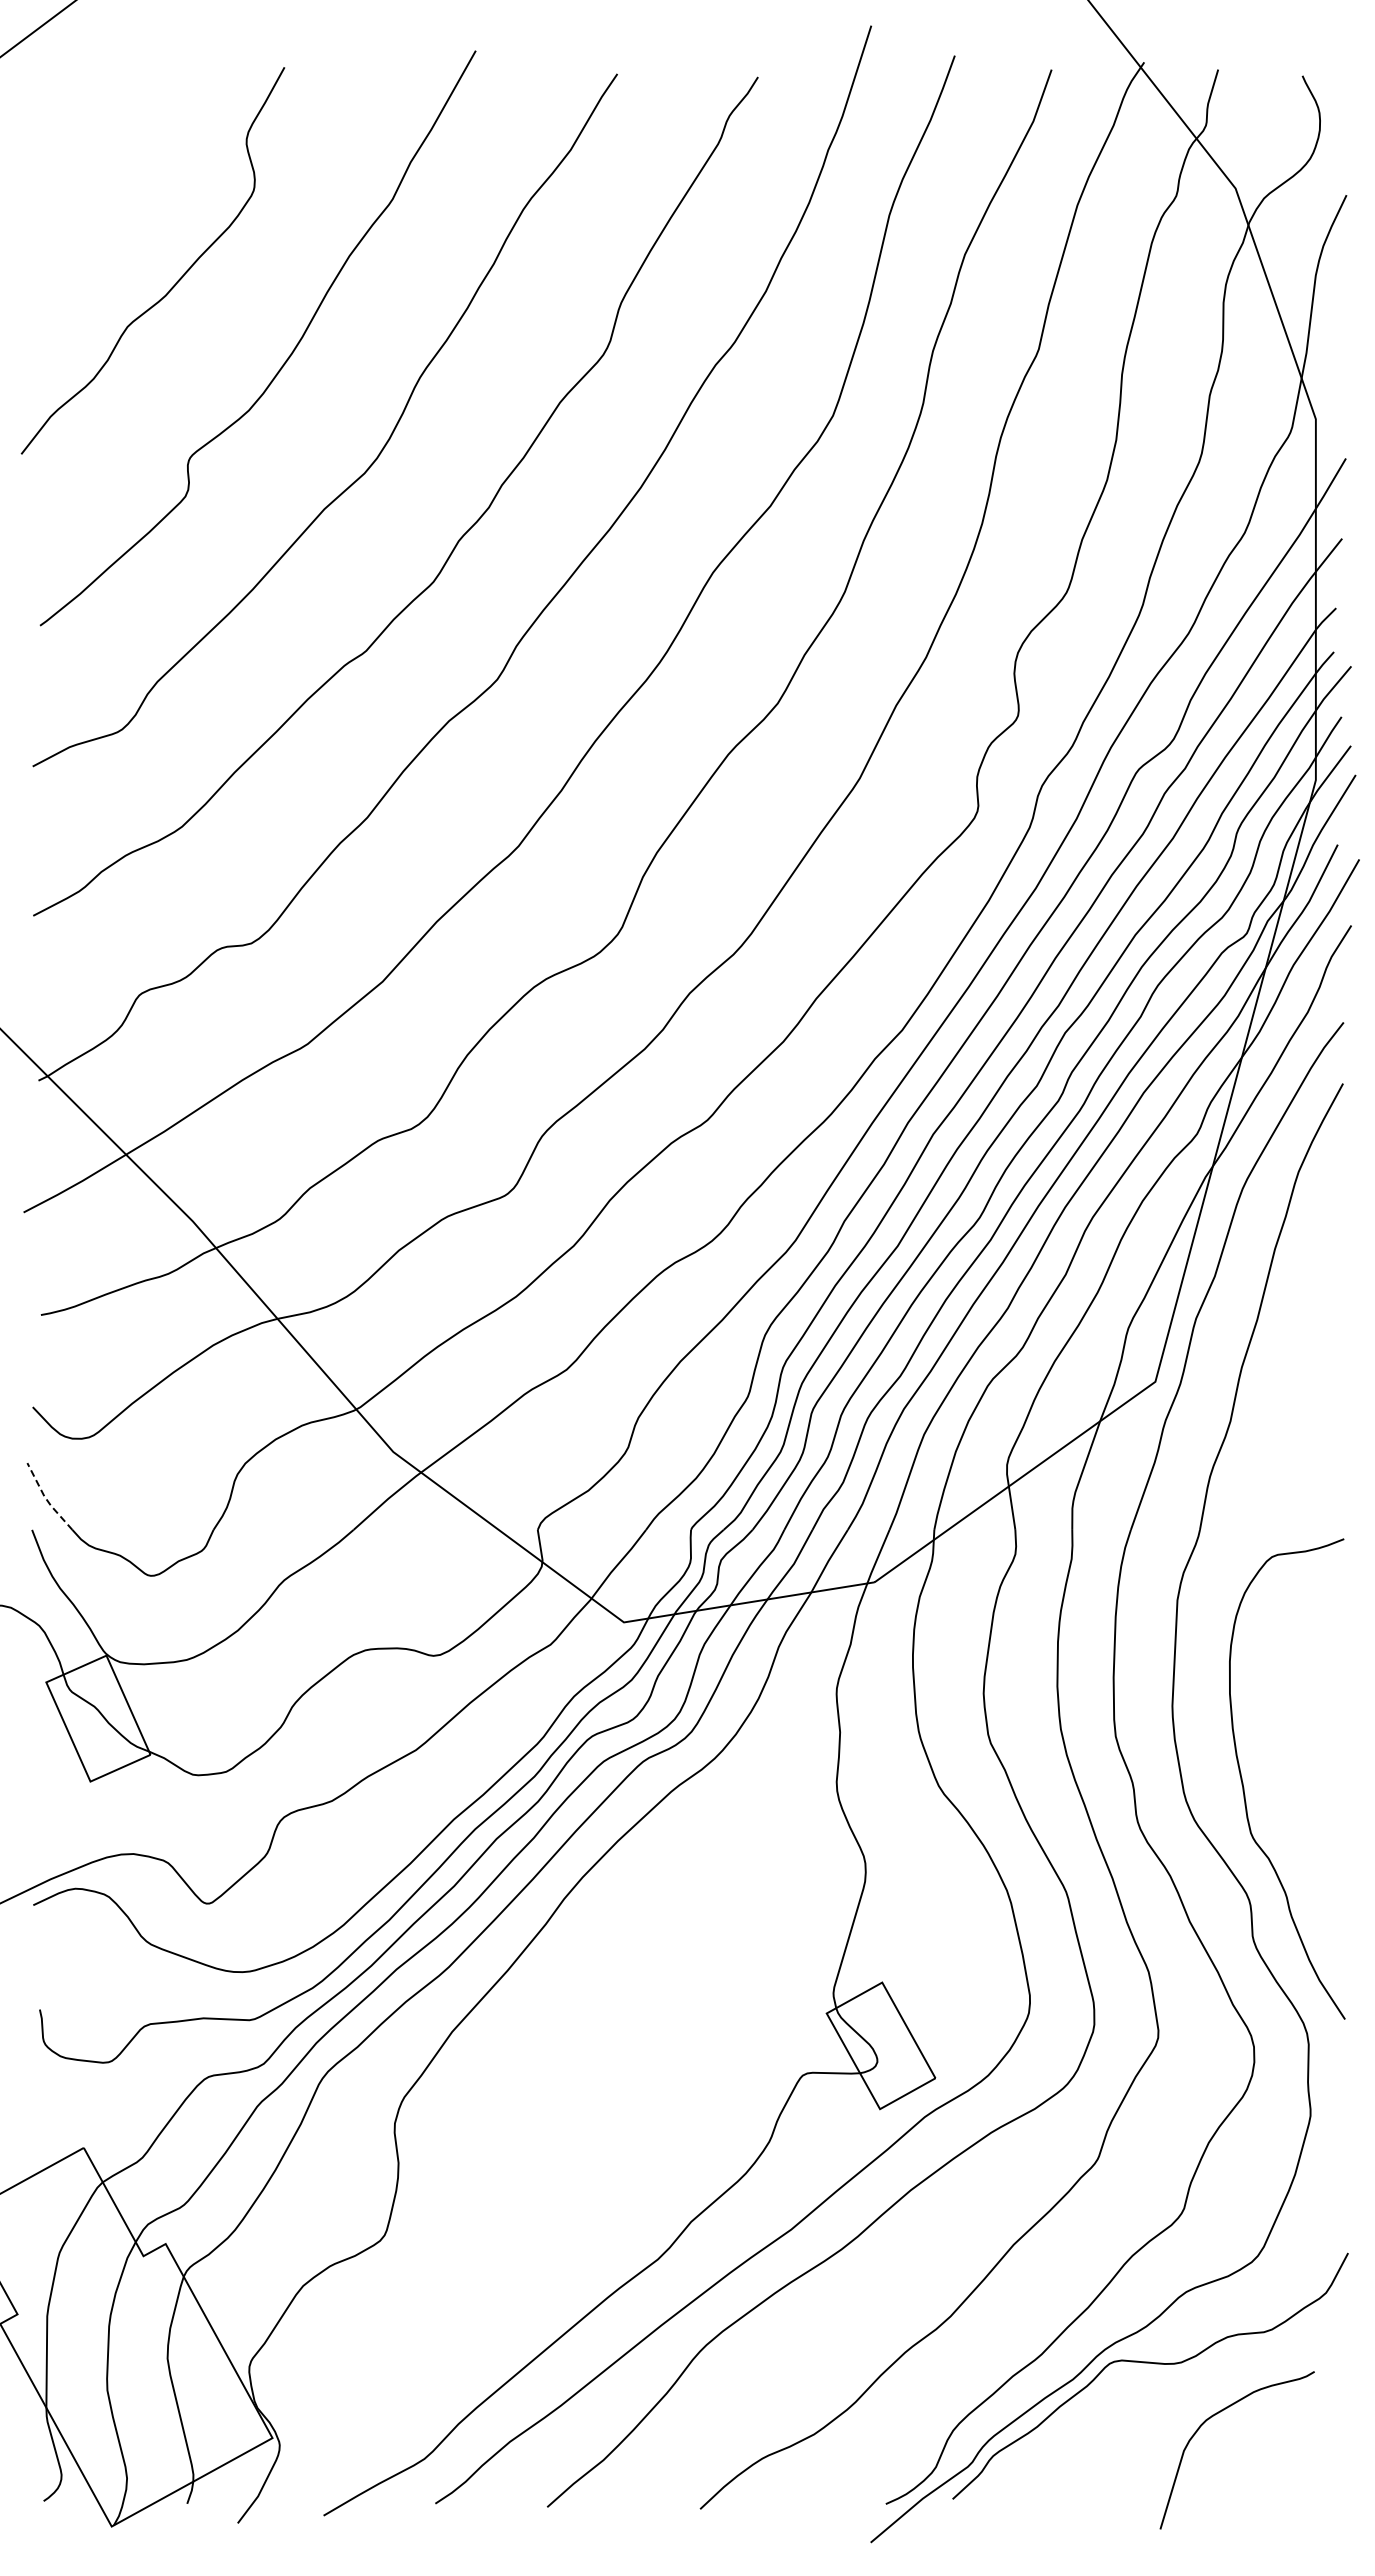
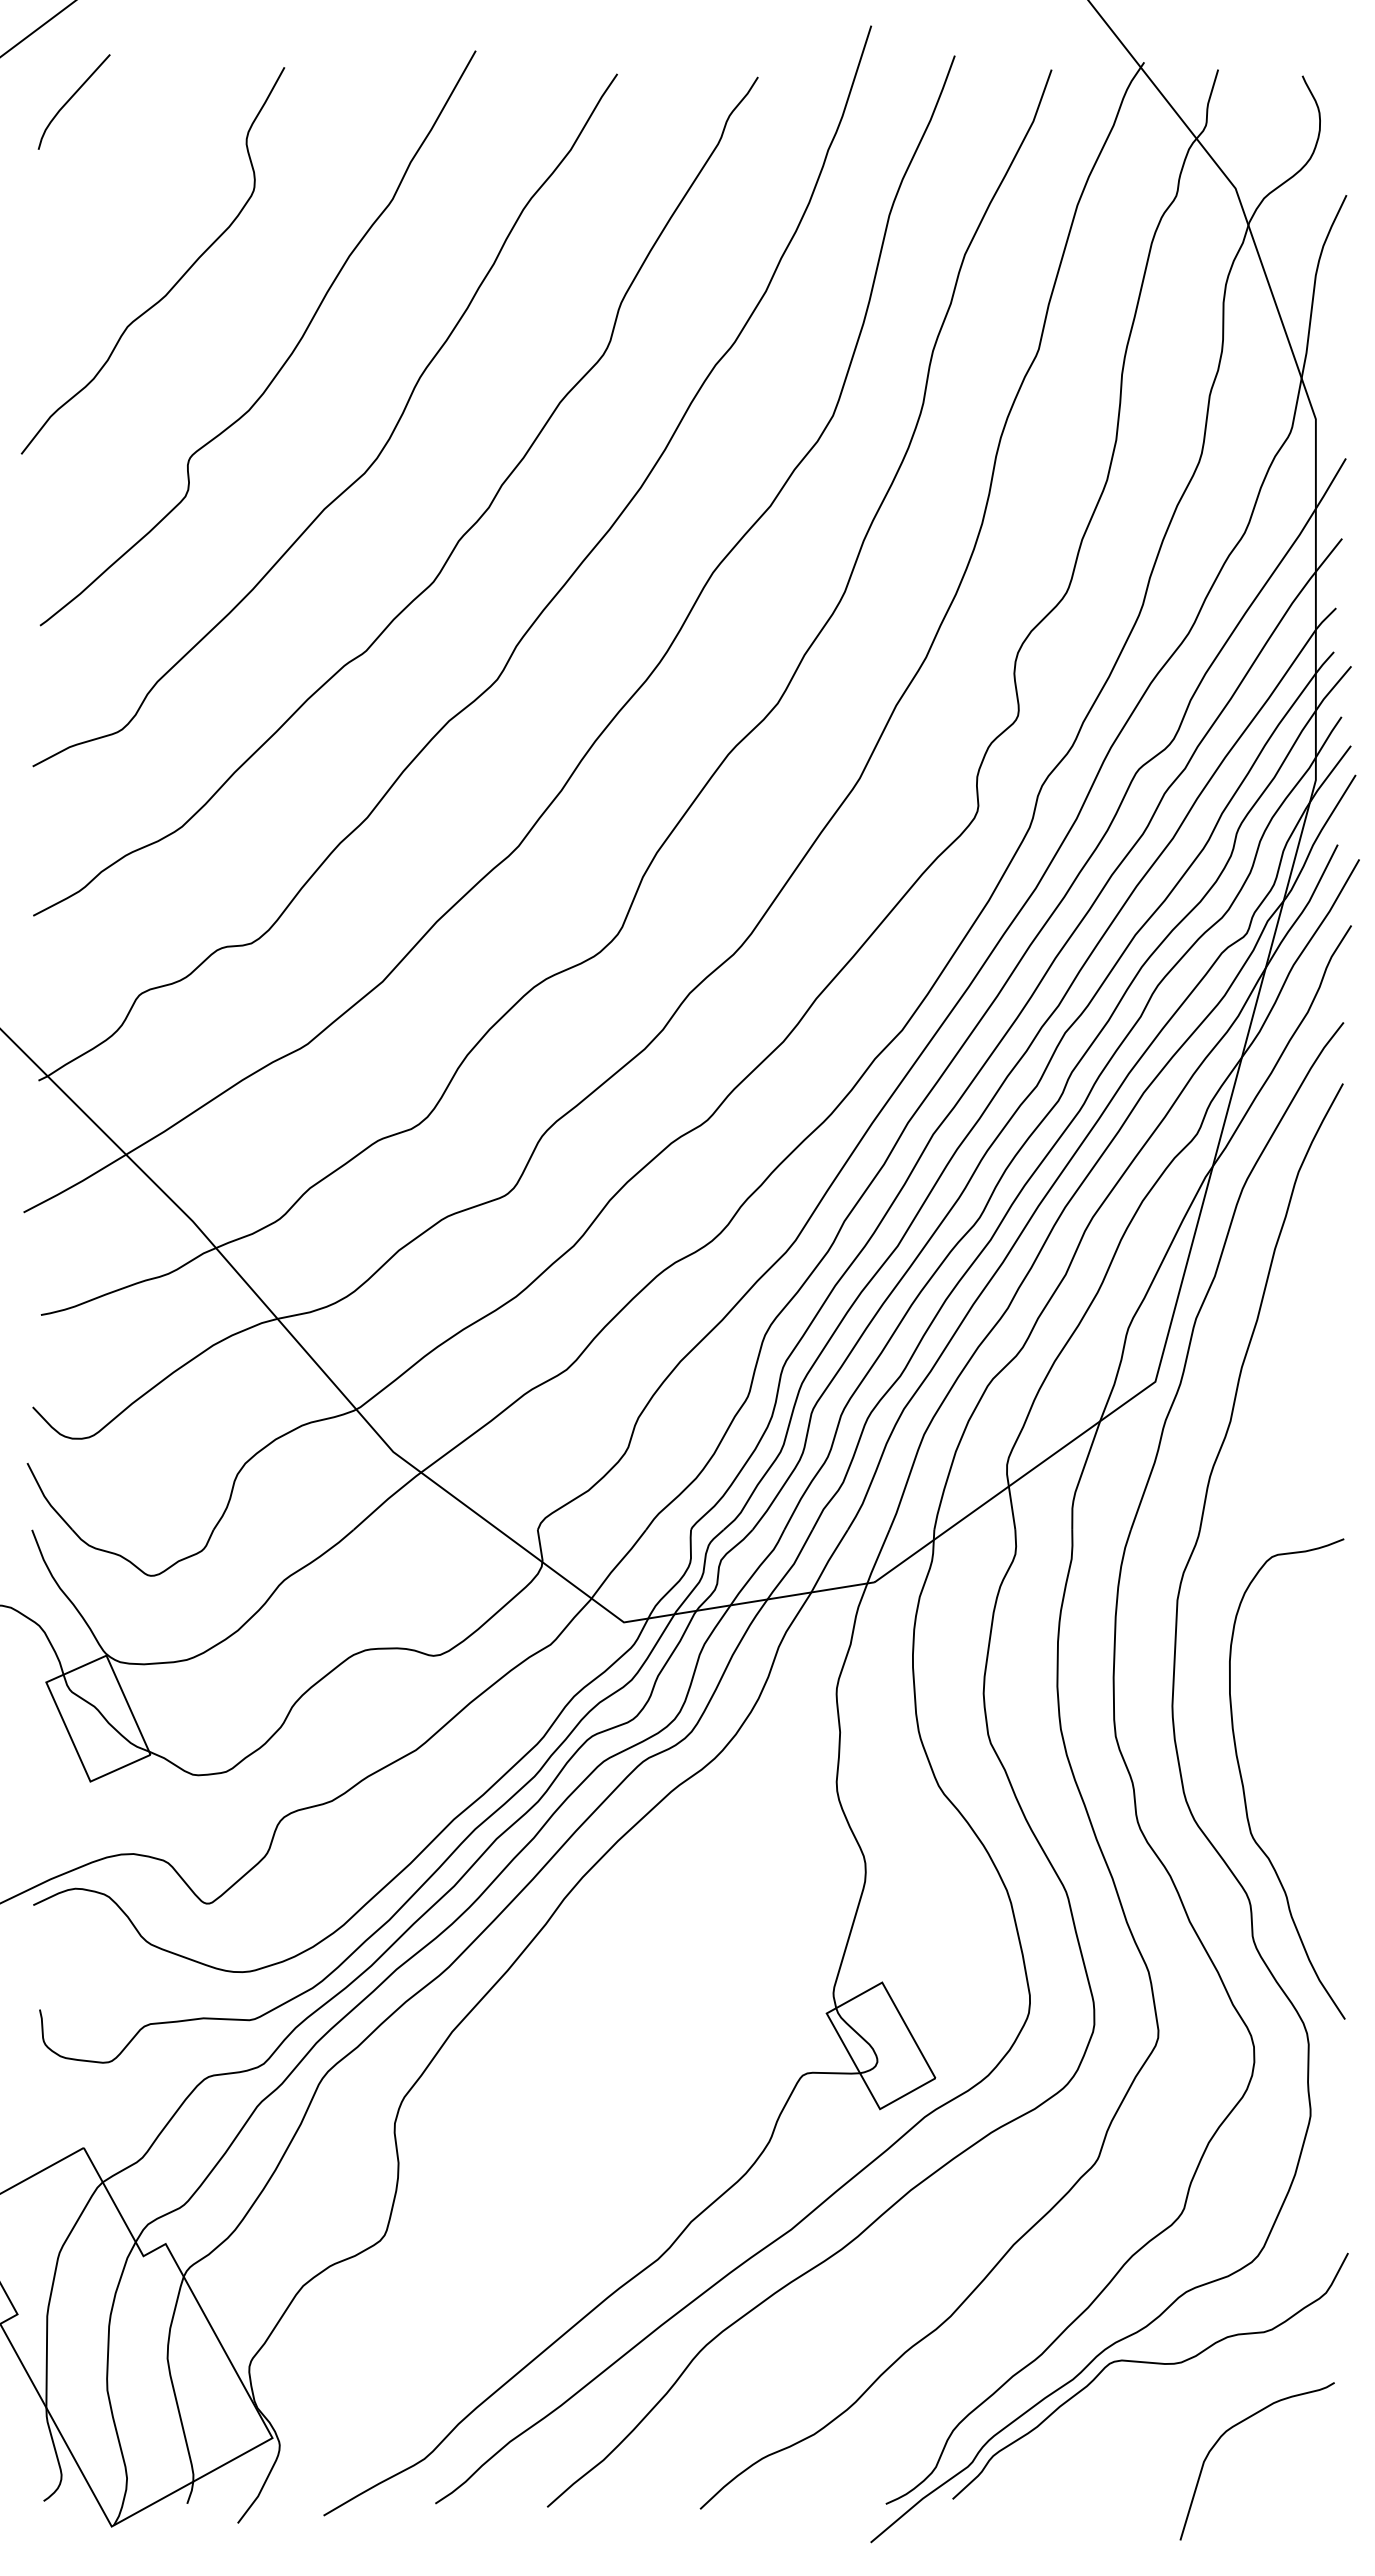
curve at (71, 98): none -> present
line at (46, 1498): dashed -> solid
curve at (1217, 2414) position: (1217, 2414) -> (1237, 2425)
